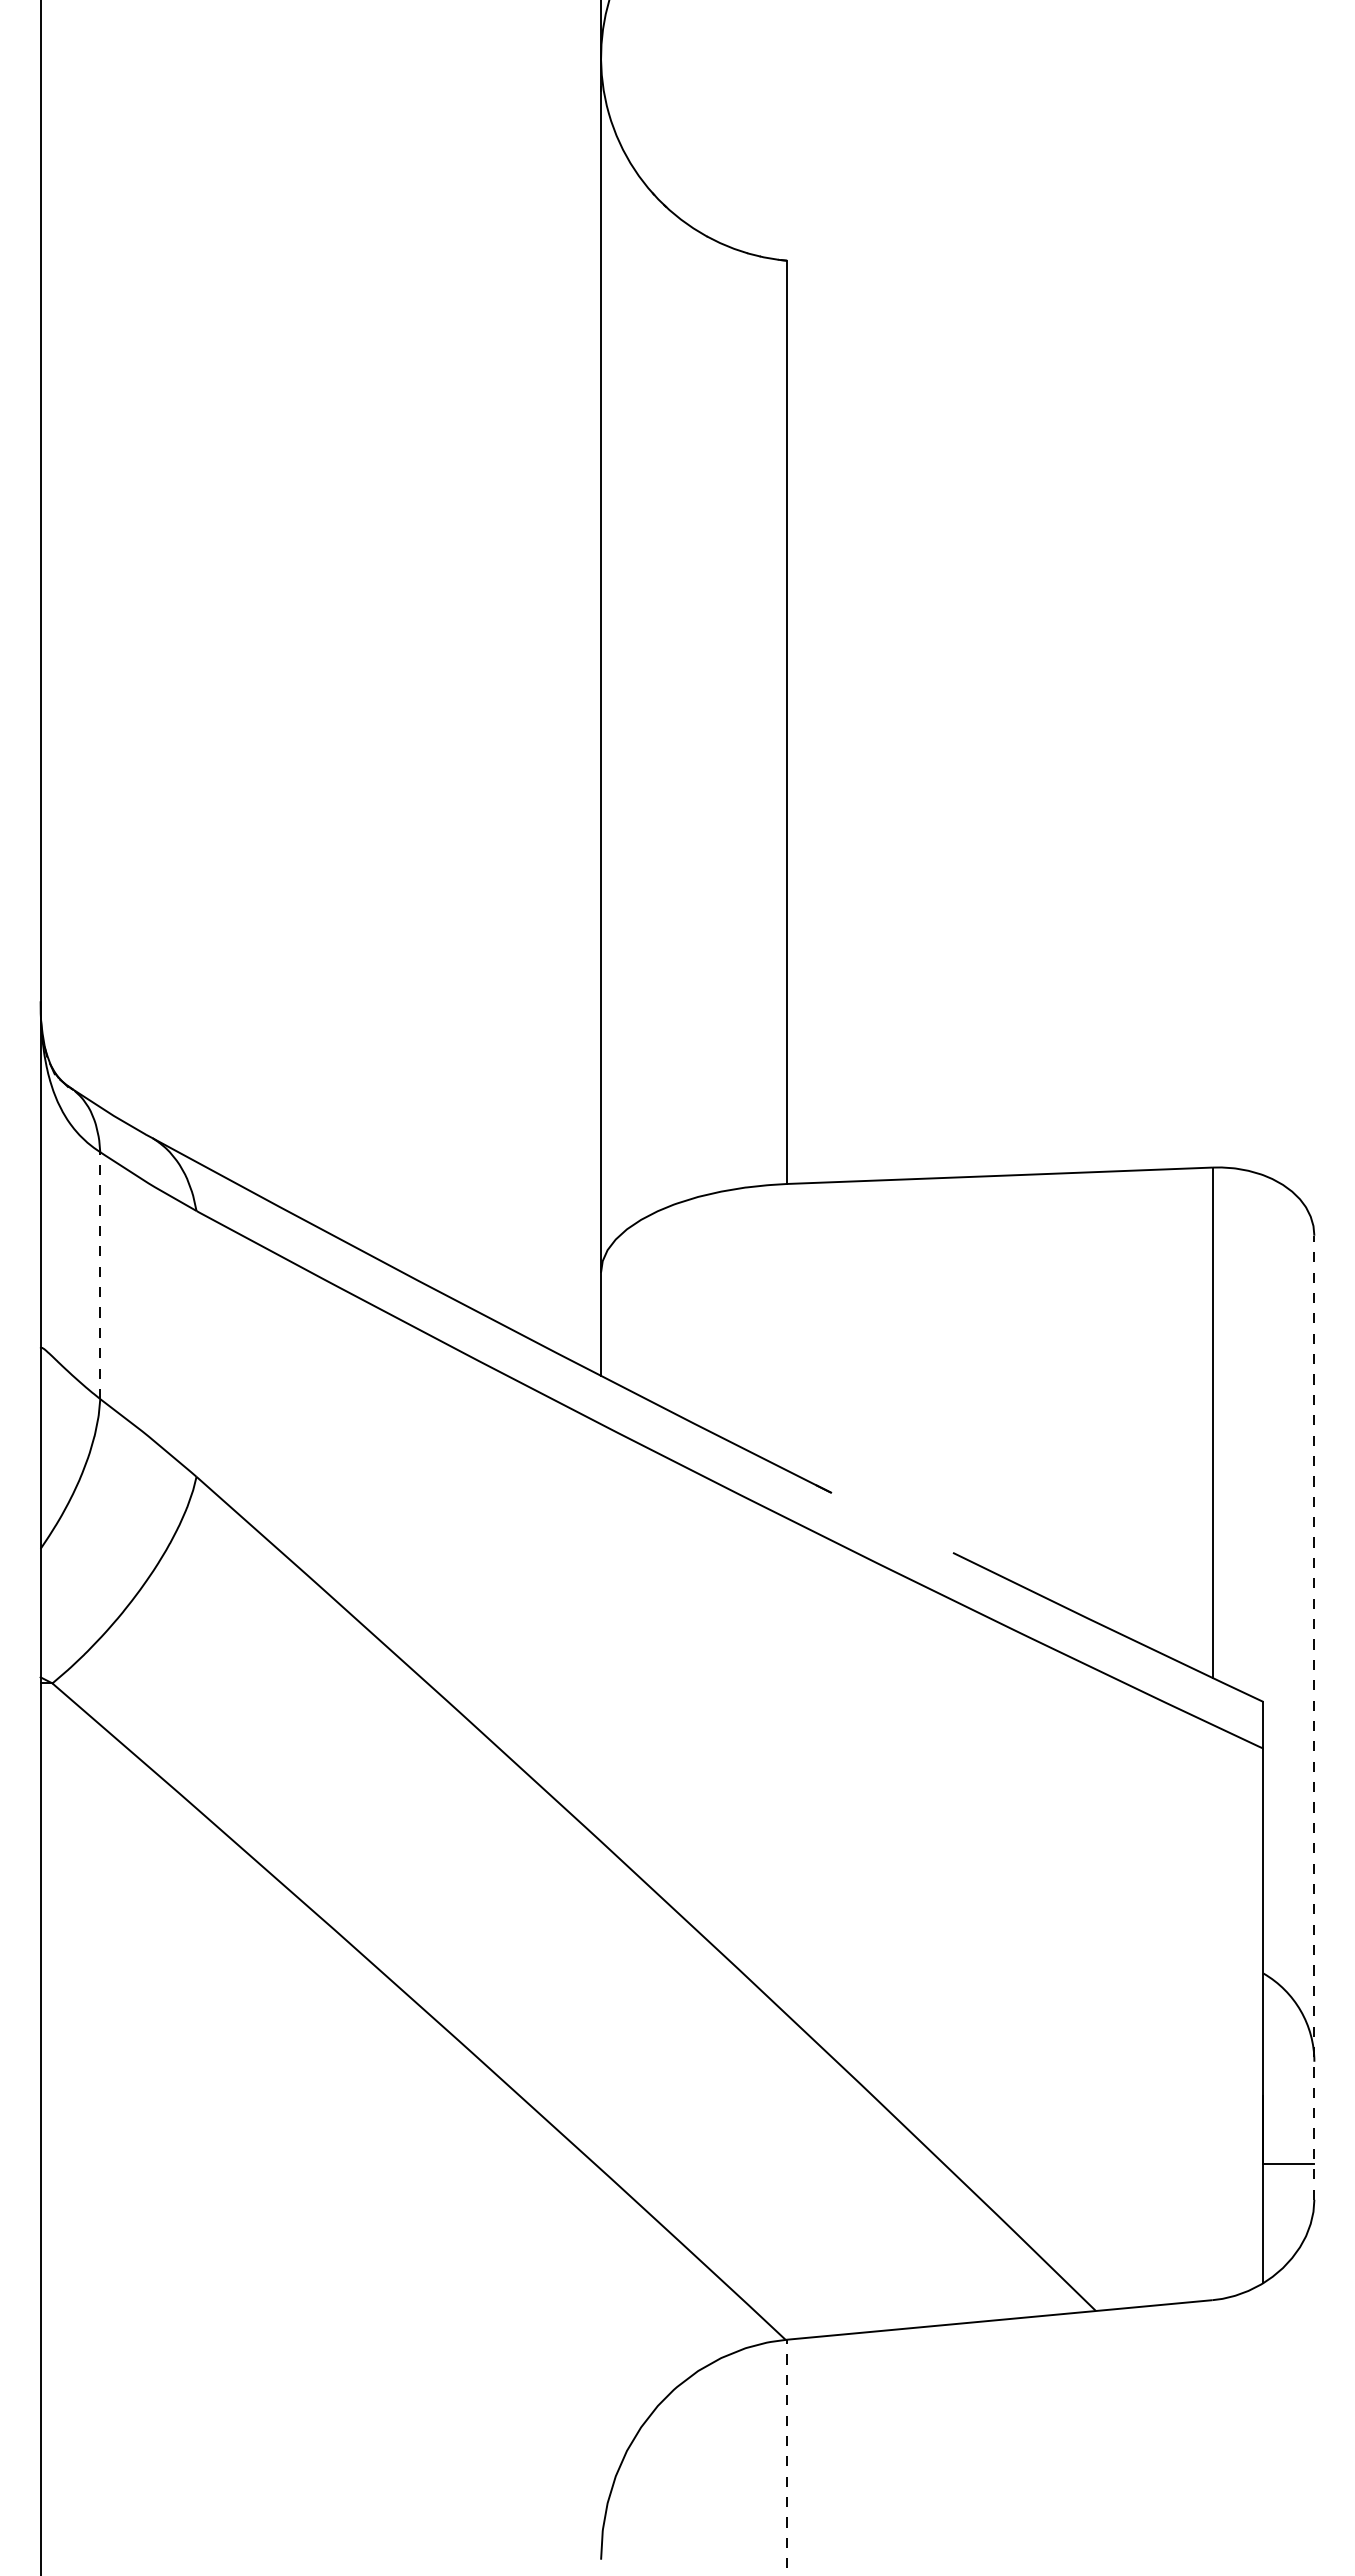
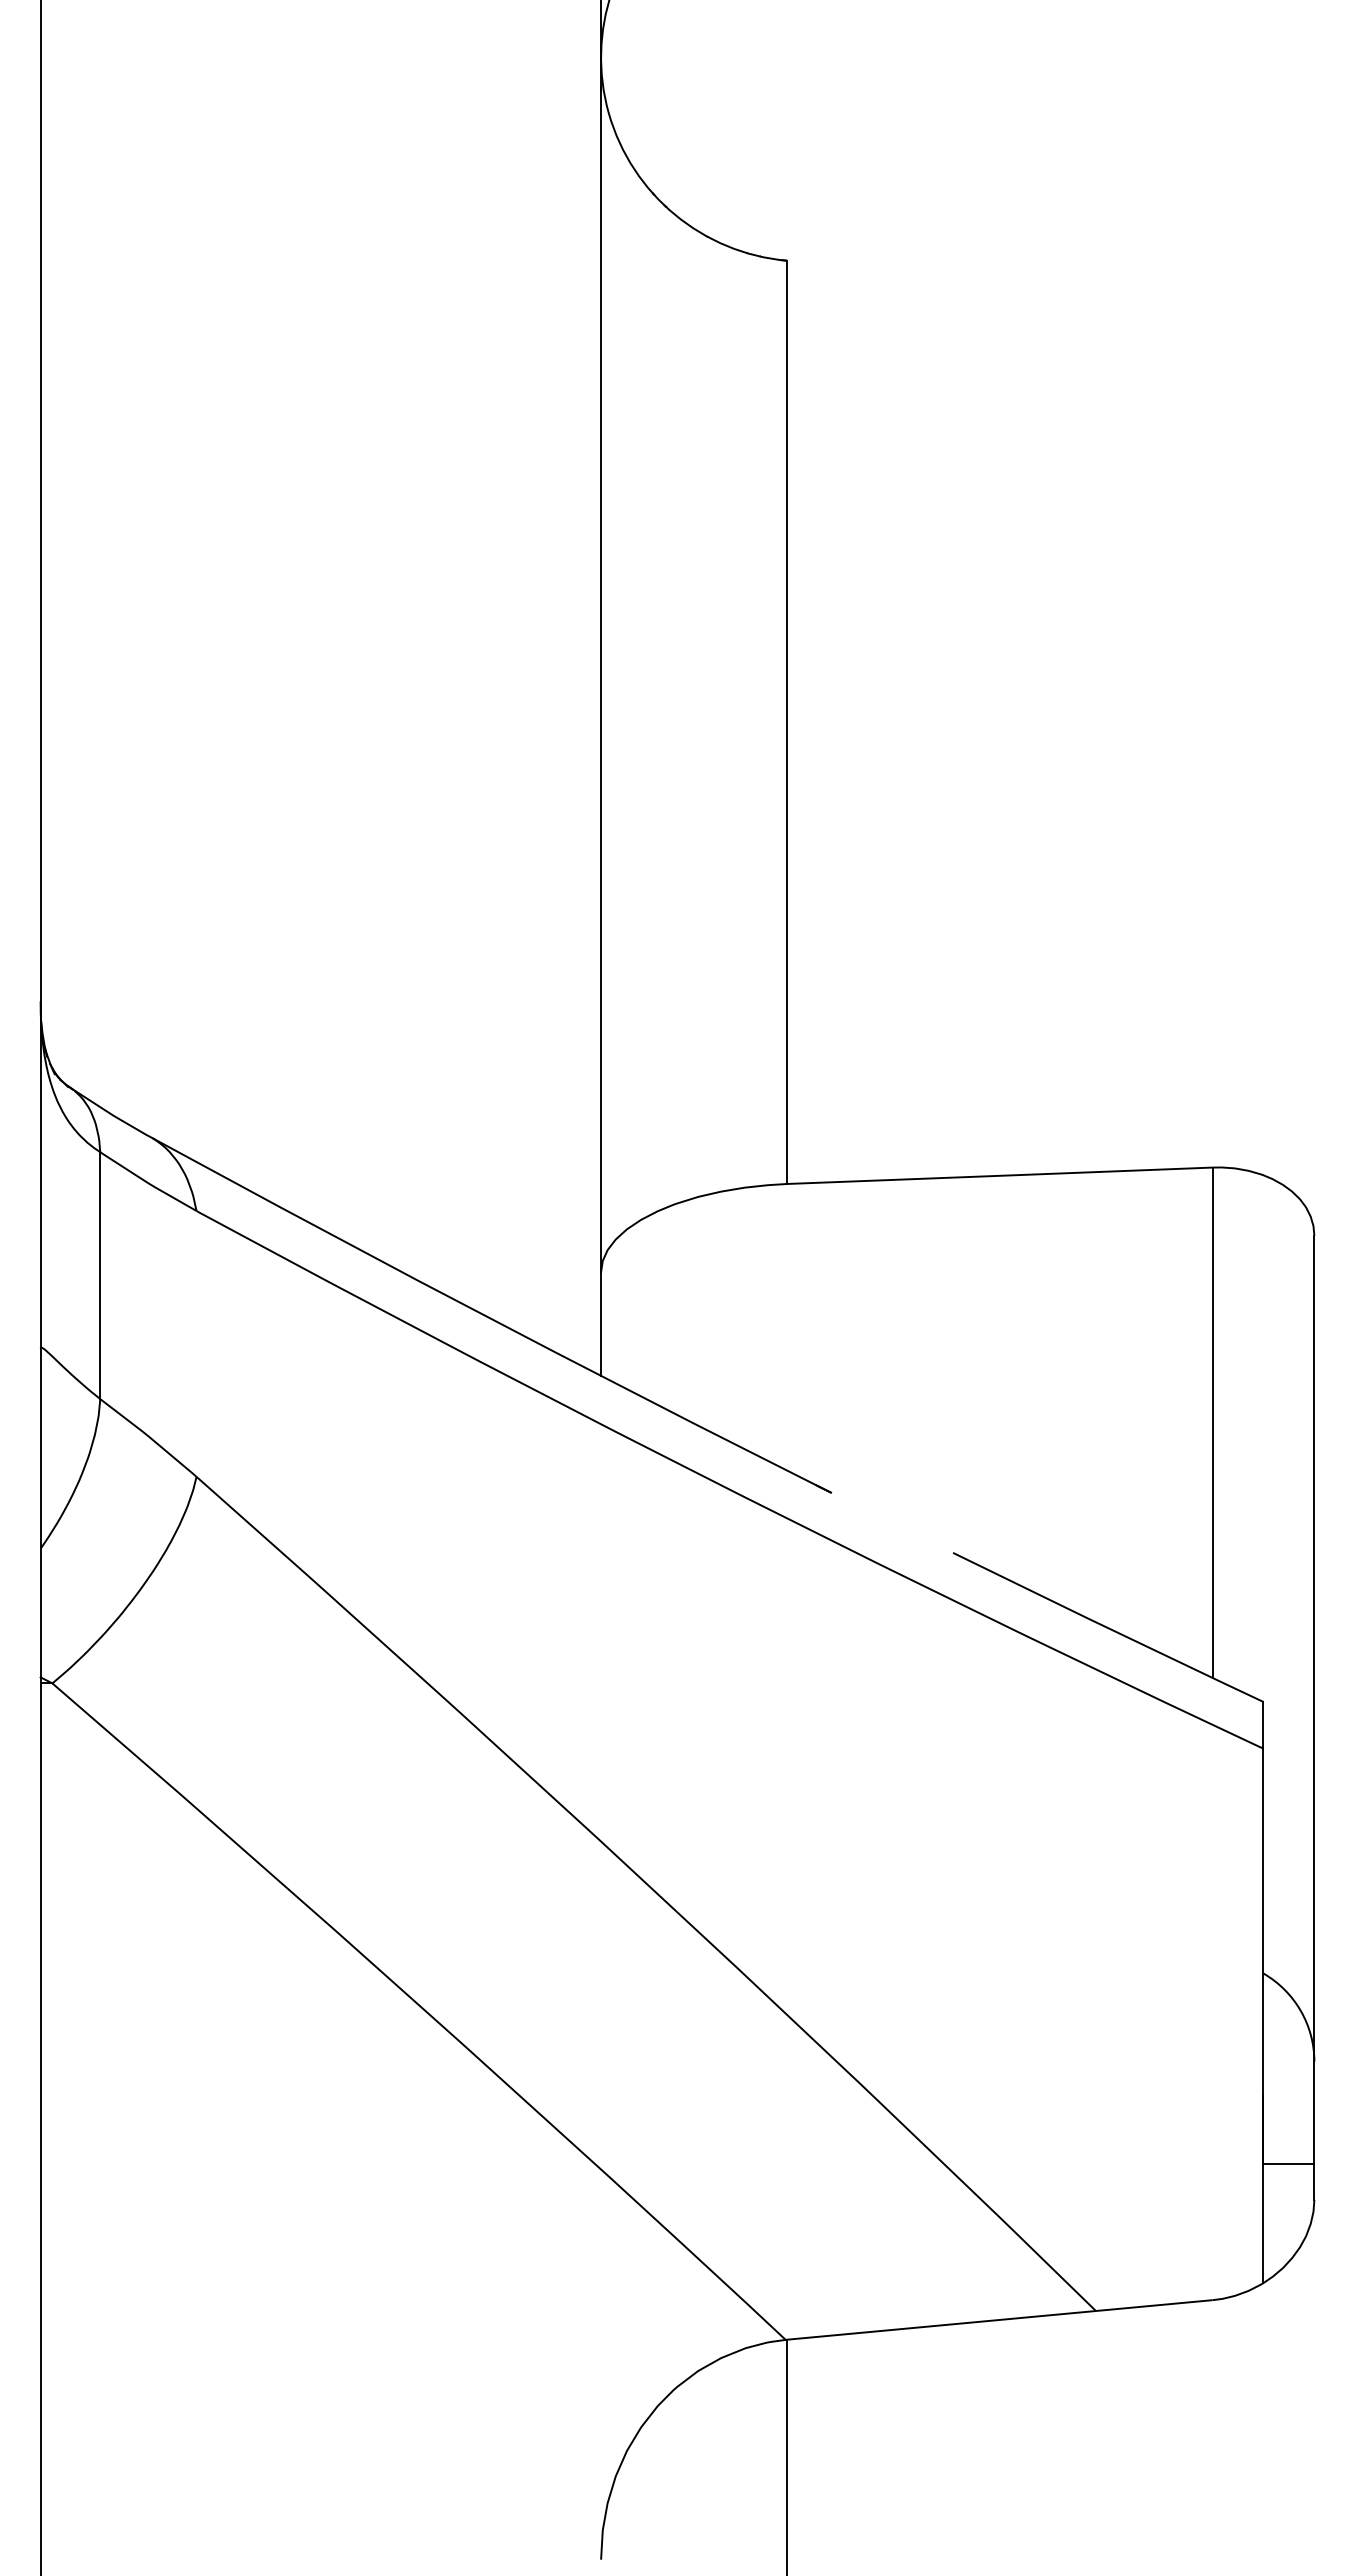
line at (100, 1275): dashed -> solid
line at (1314, 1717): dashed -> solid
line at (787, 2457): dashed -> solid
